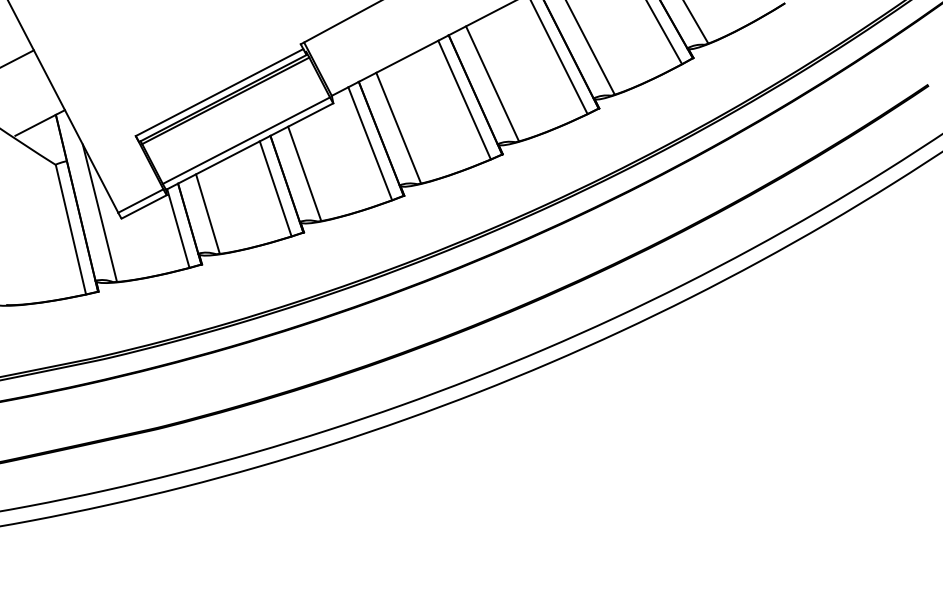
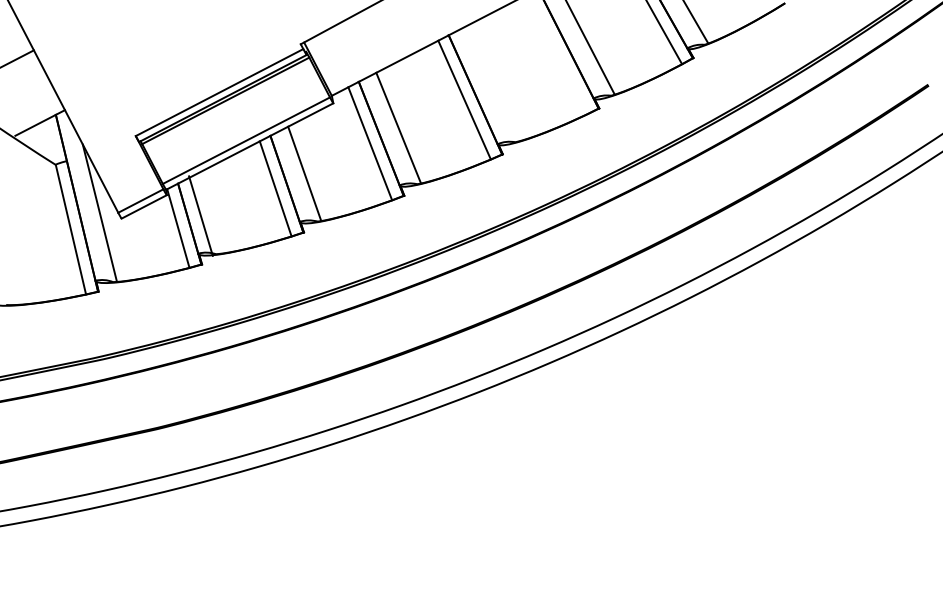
line at (559, 58): present -> none
line at (492, 83): present -> none
line at (207, 213) position: (207, 213) -> (200, 215)
